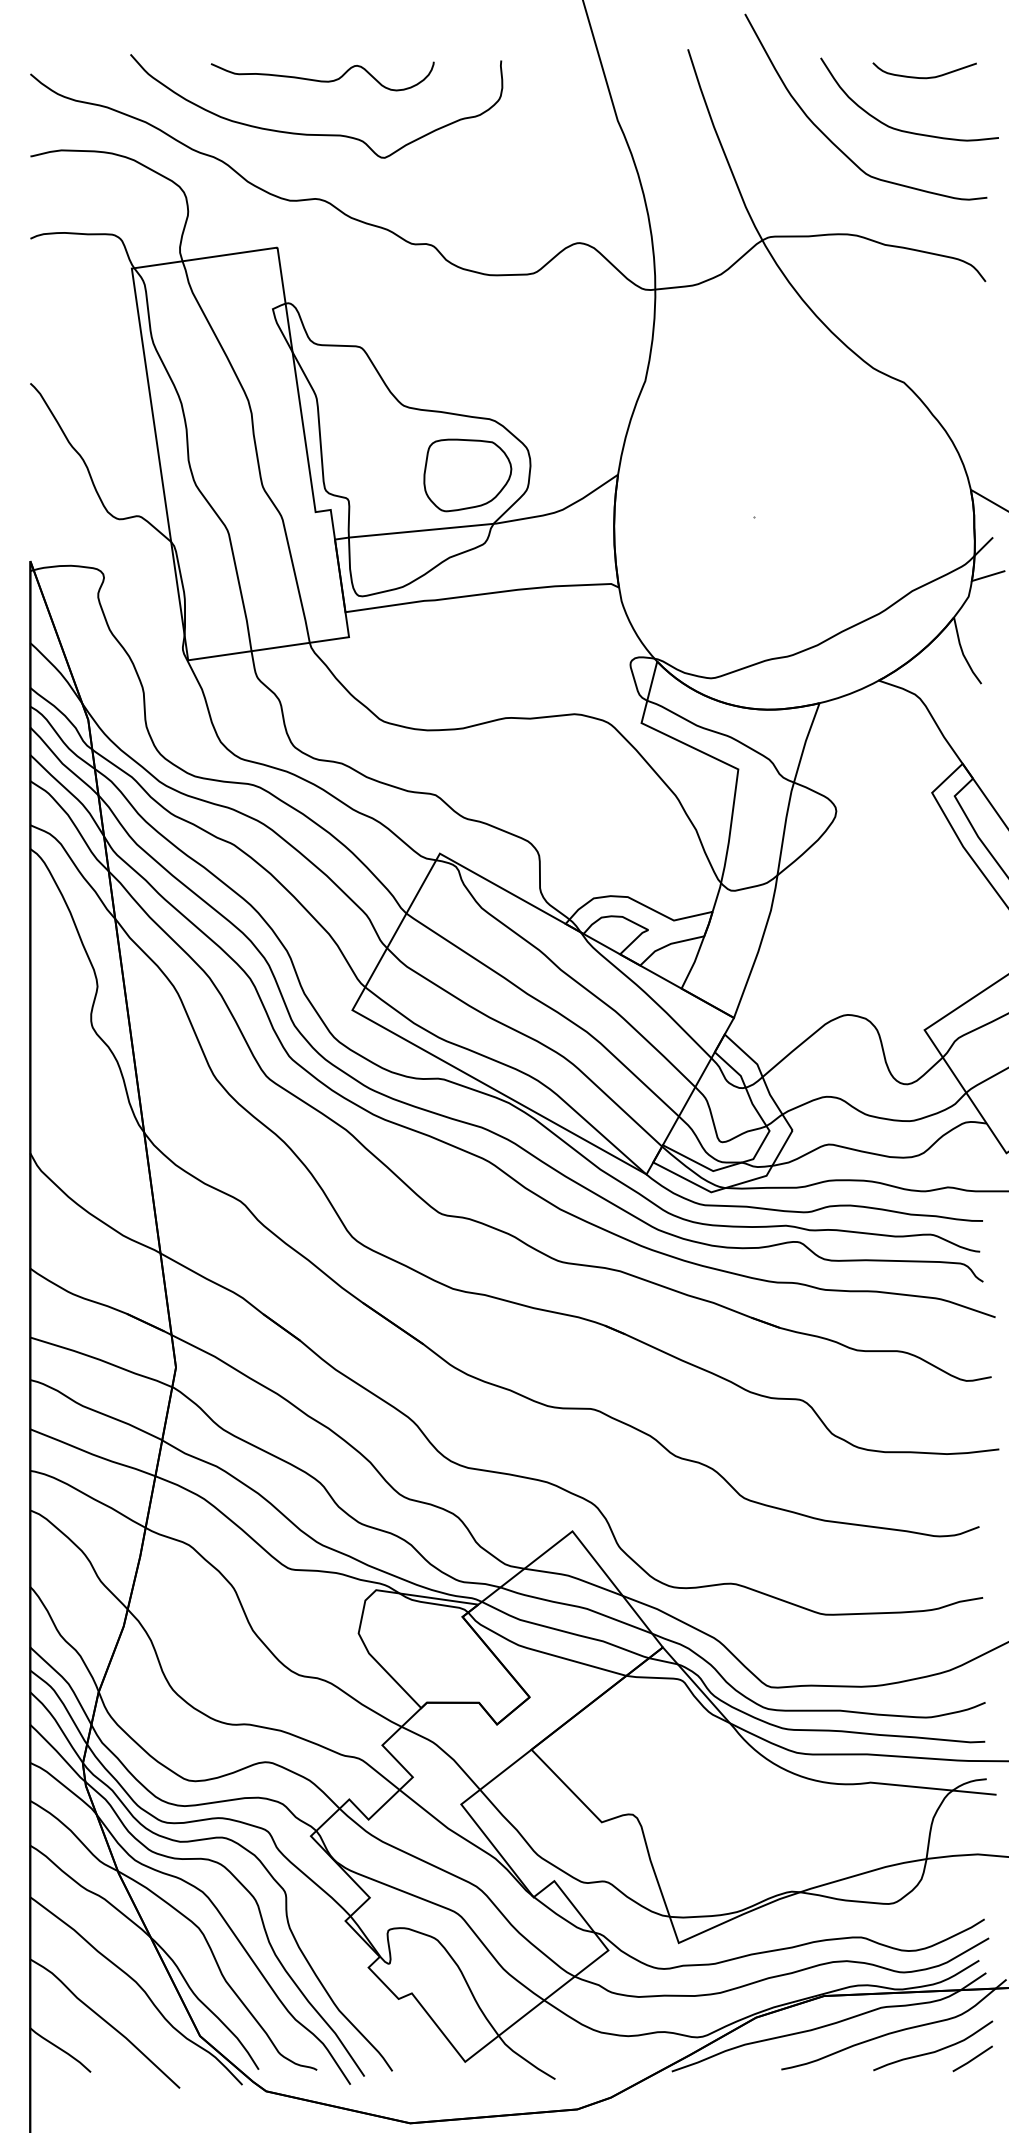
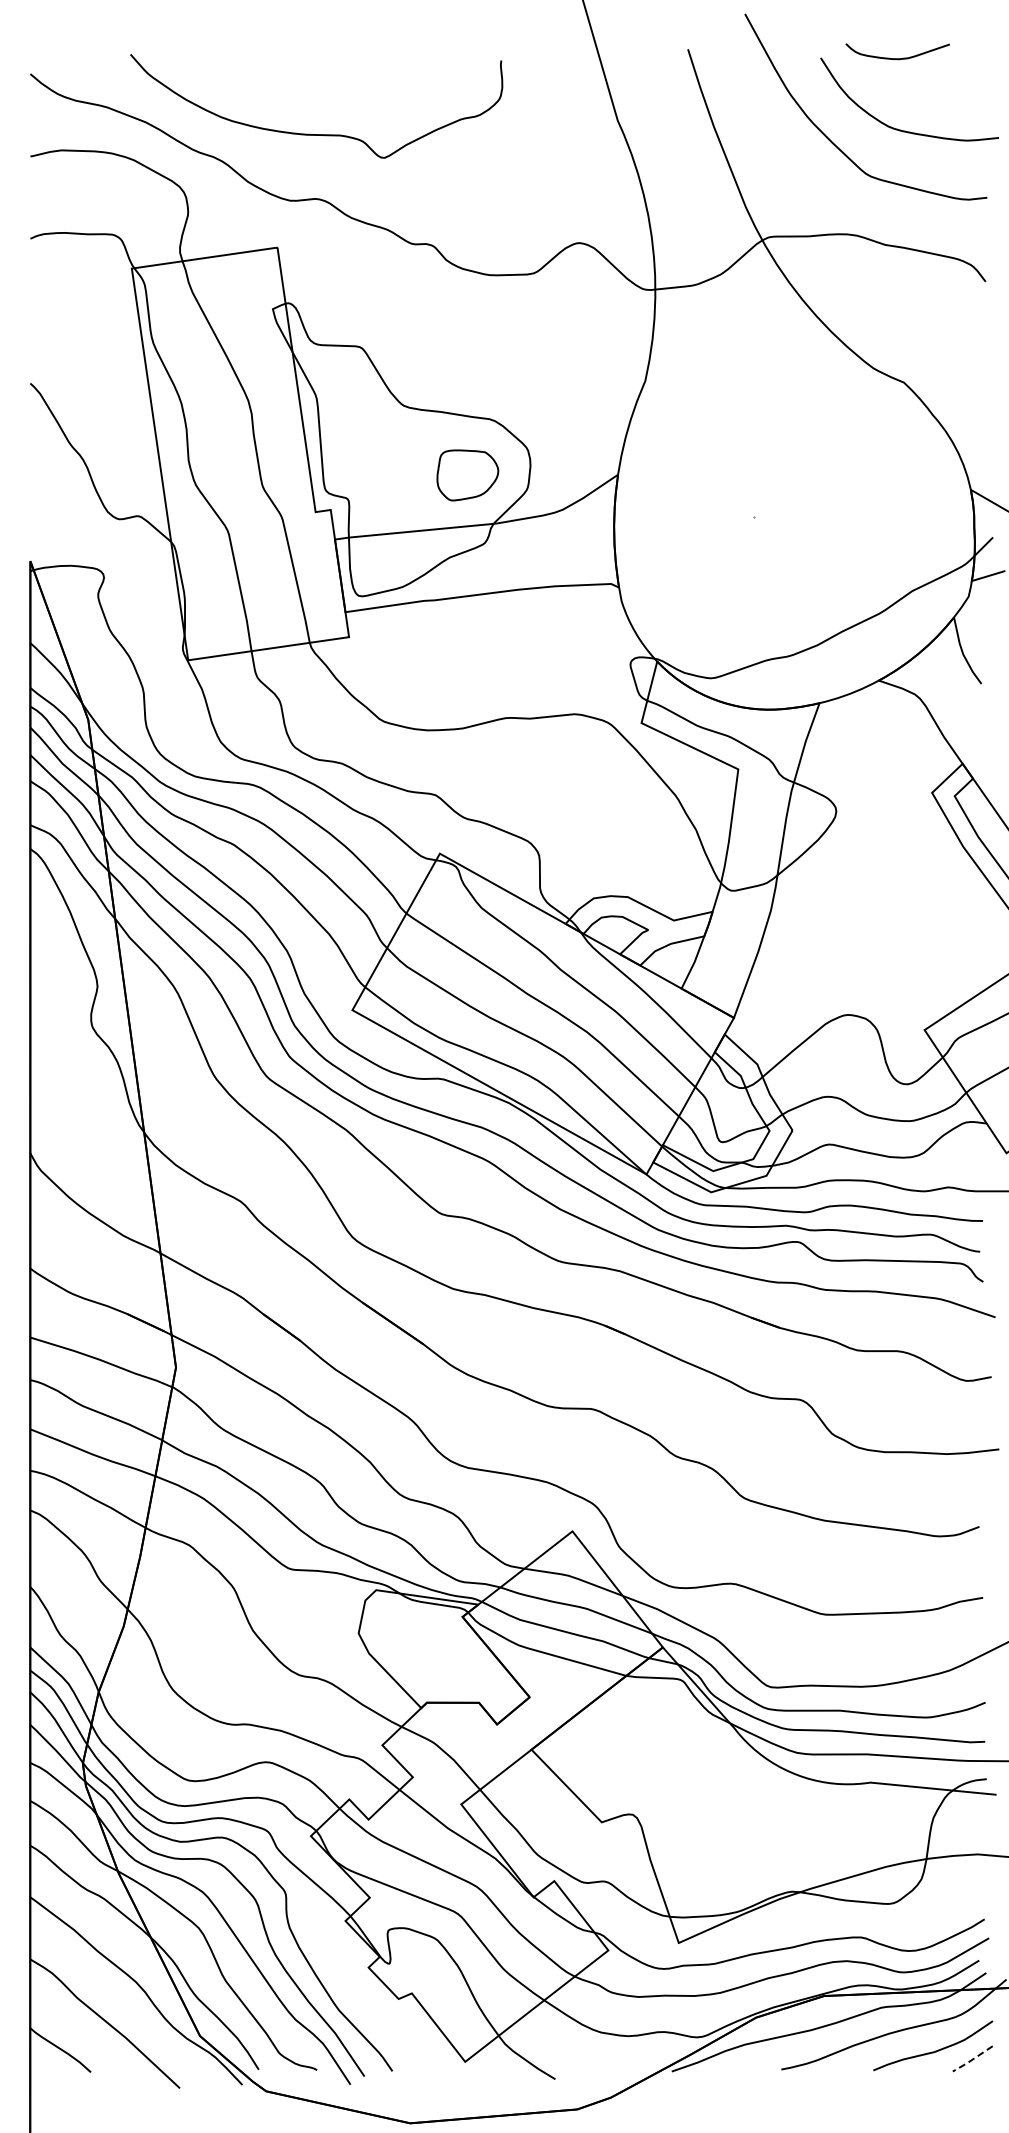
curve at (924, 77) position: (924, 77) -> (897, 58)
curve at (322, 80): present -> none
part at (467, 475) size: 90x75 px -> 64x53 px
line at (972, 2059): solid -> dashed
